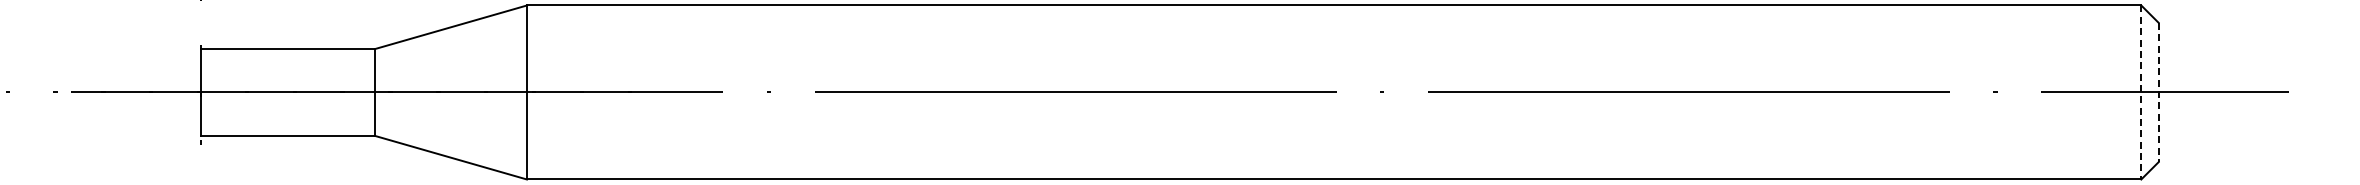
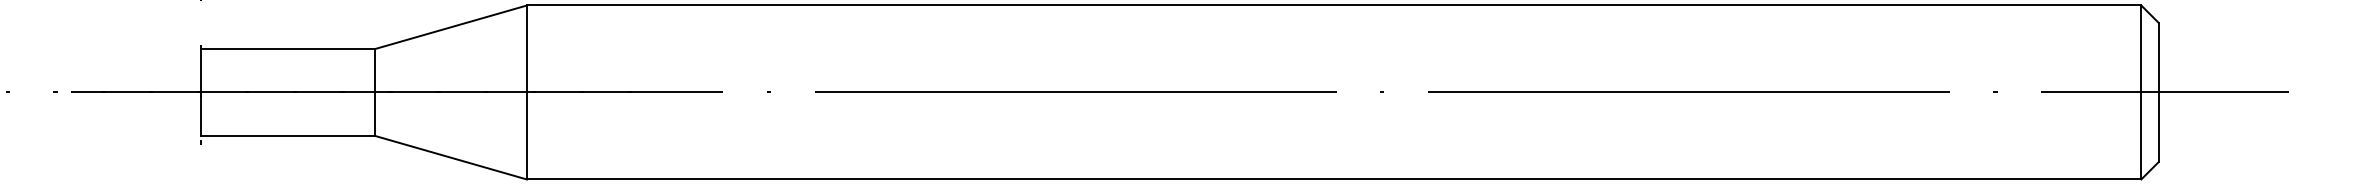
line at (2141, 92): dashed -> solid
line at (2158, 92): dashed -> solid
